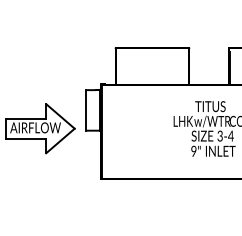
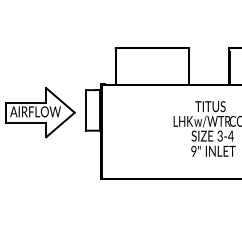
part at (40, 128) position: (40, 128) -> (40, 112)
